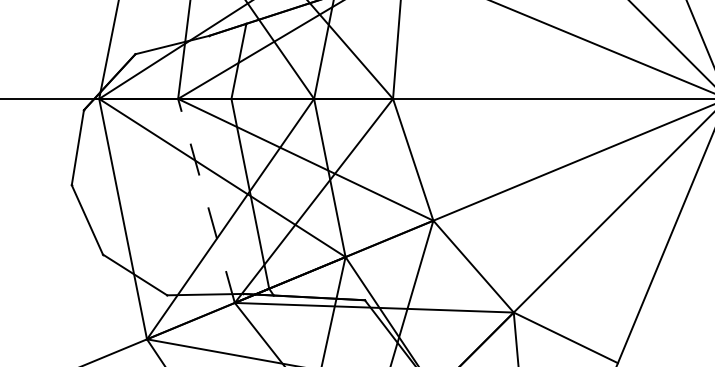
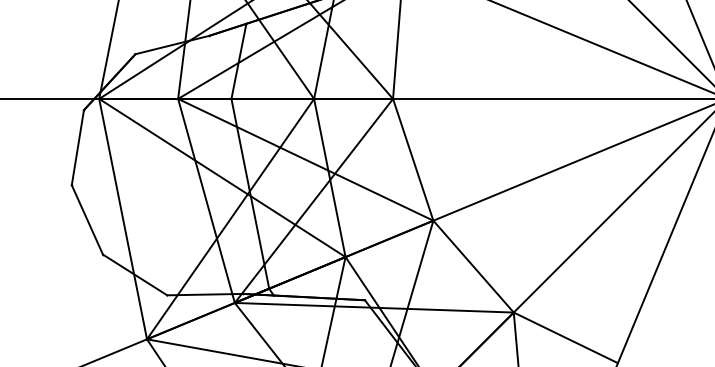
line at (206, 200): dashed -> solid
